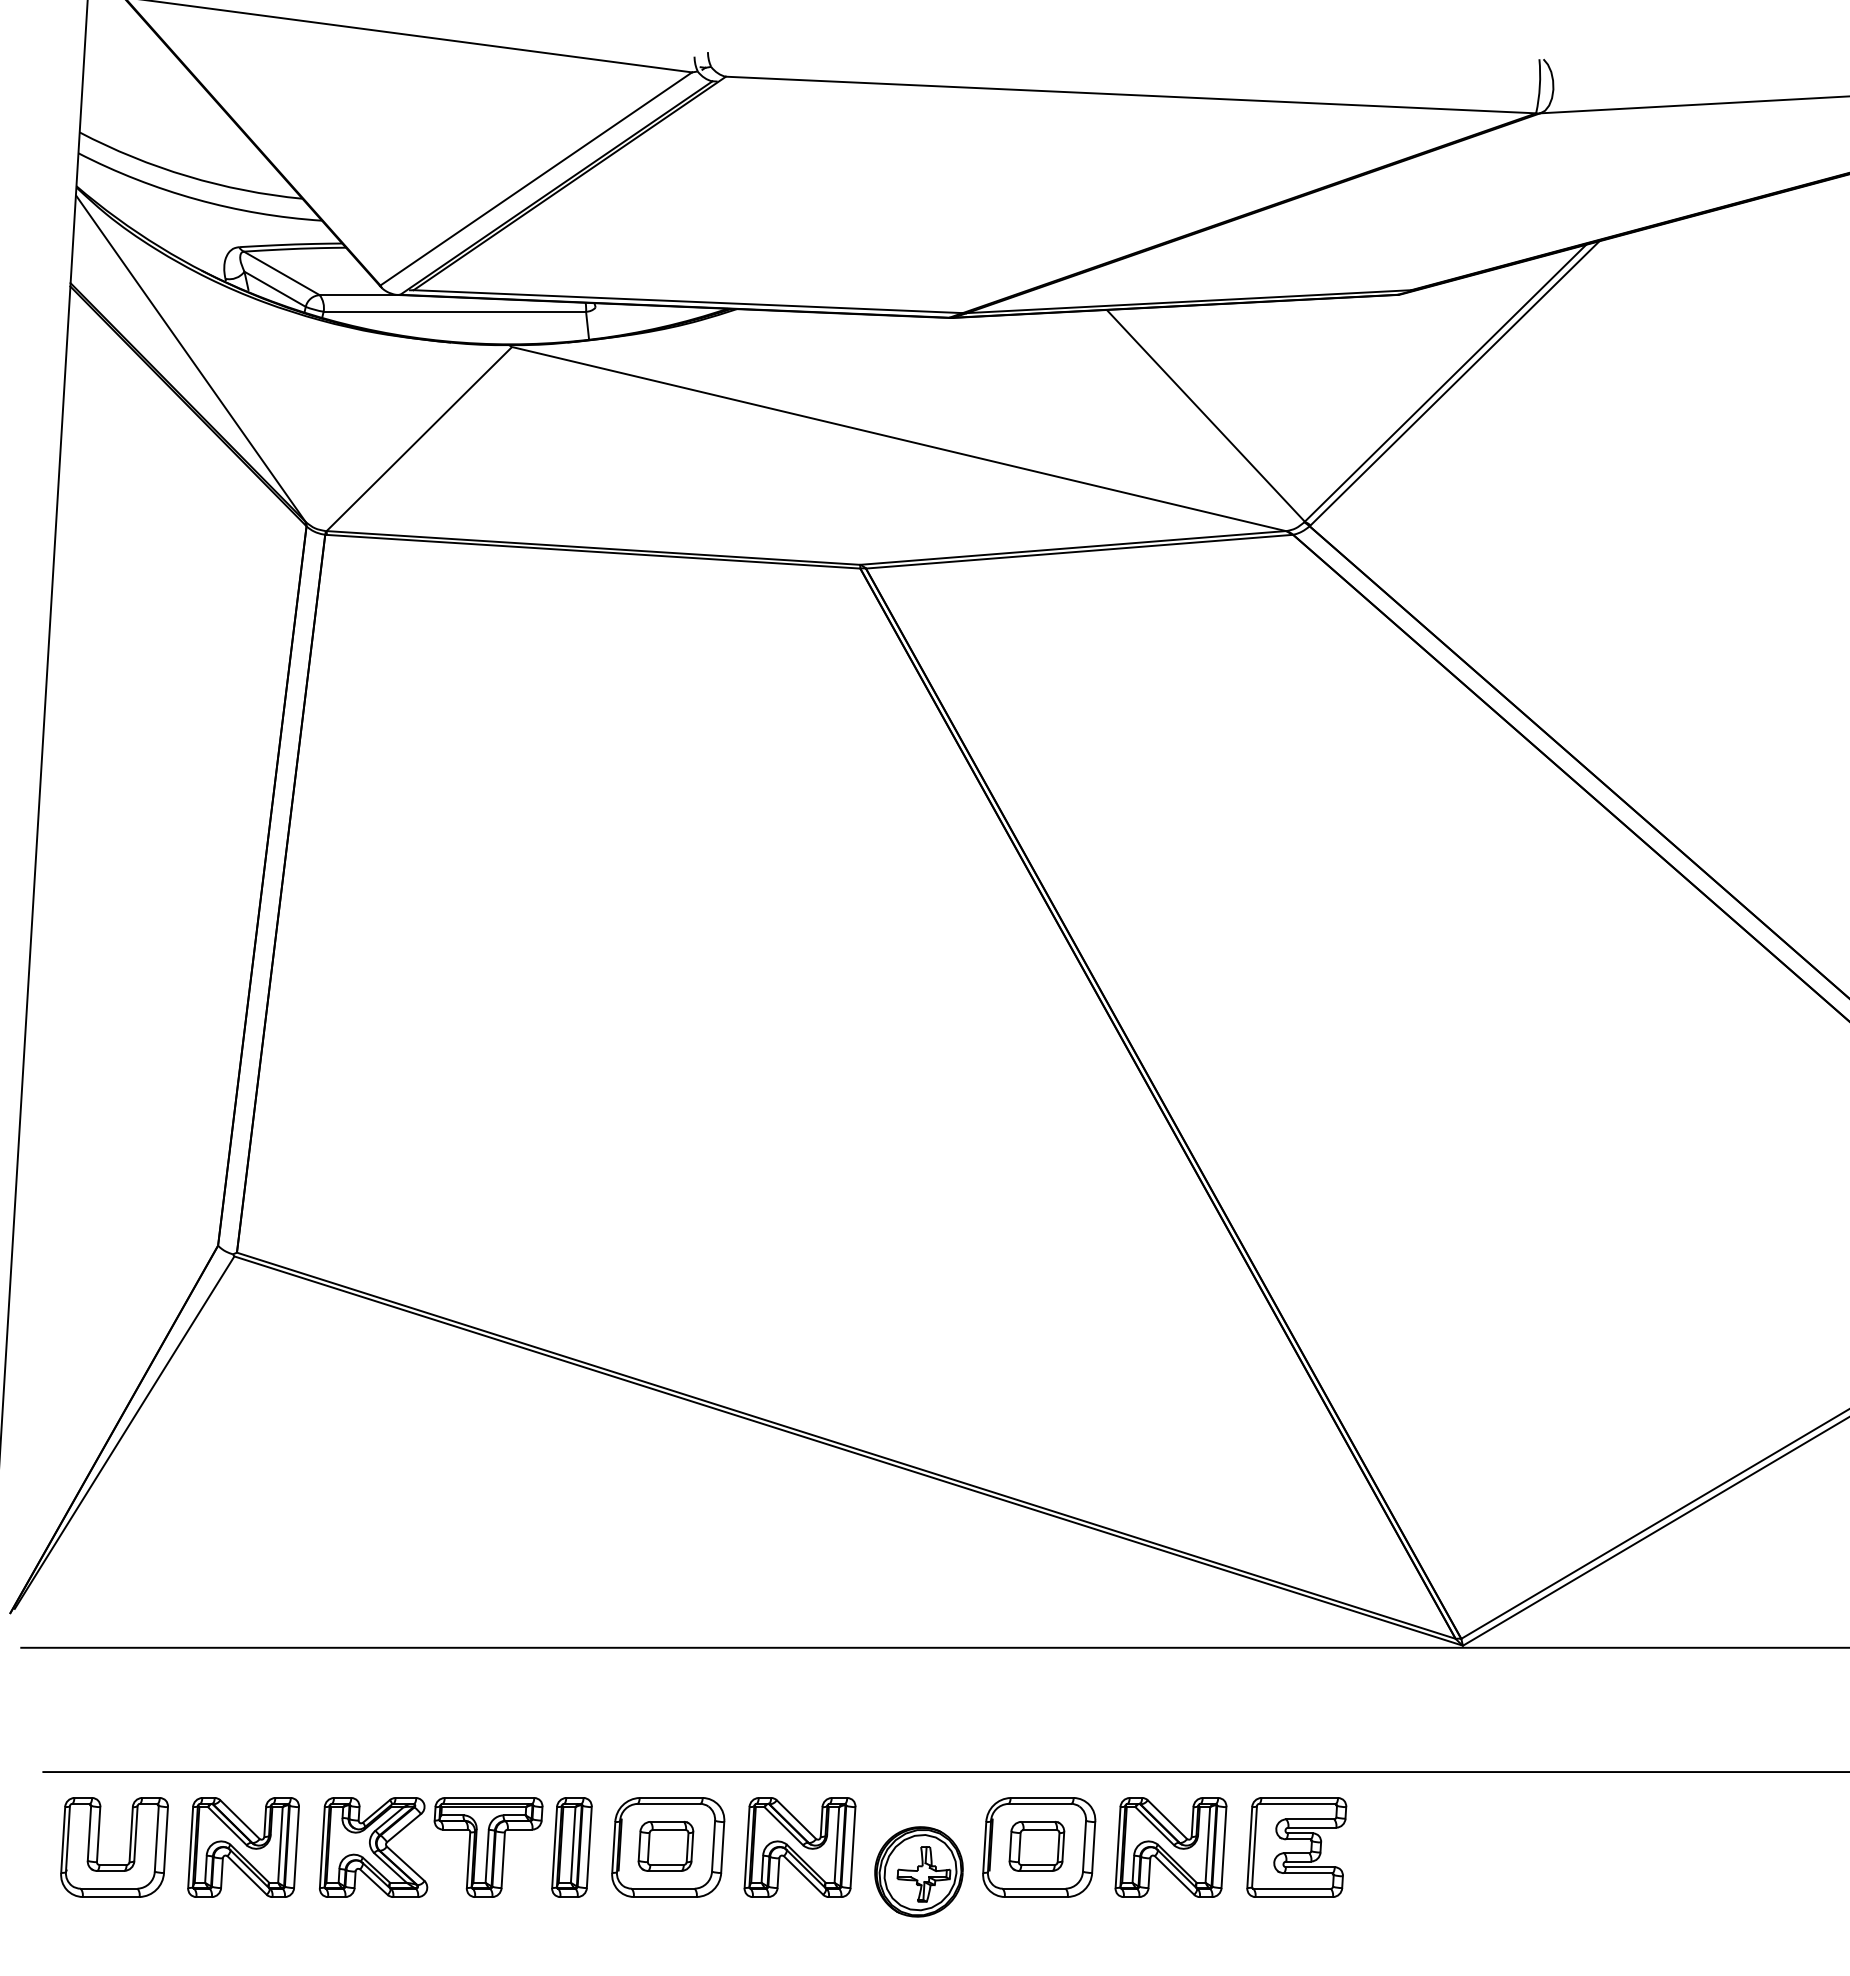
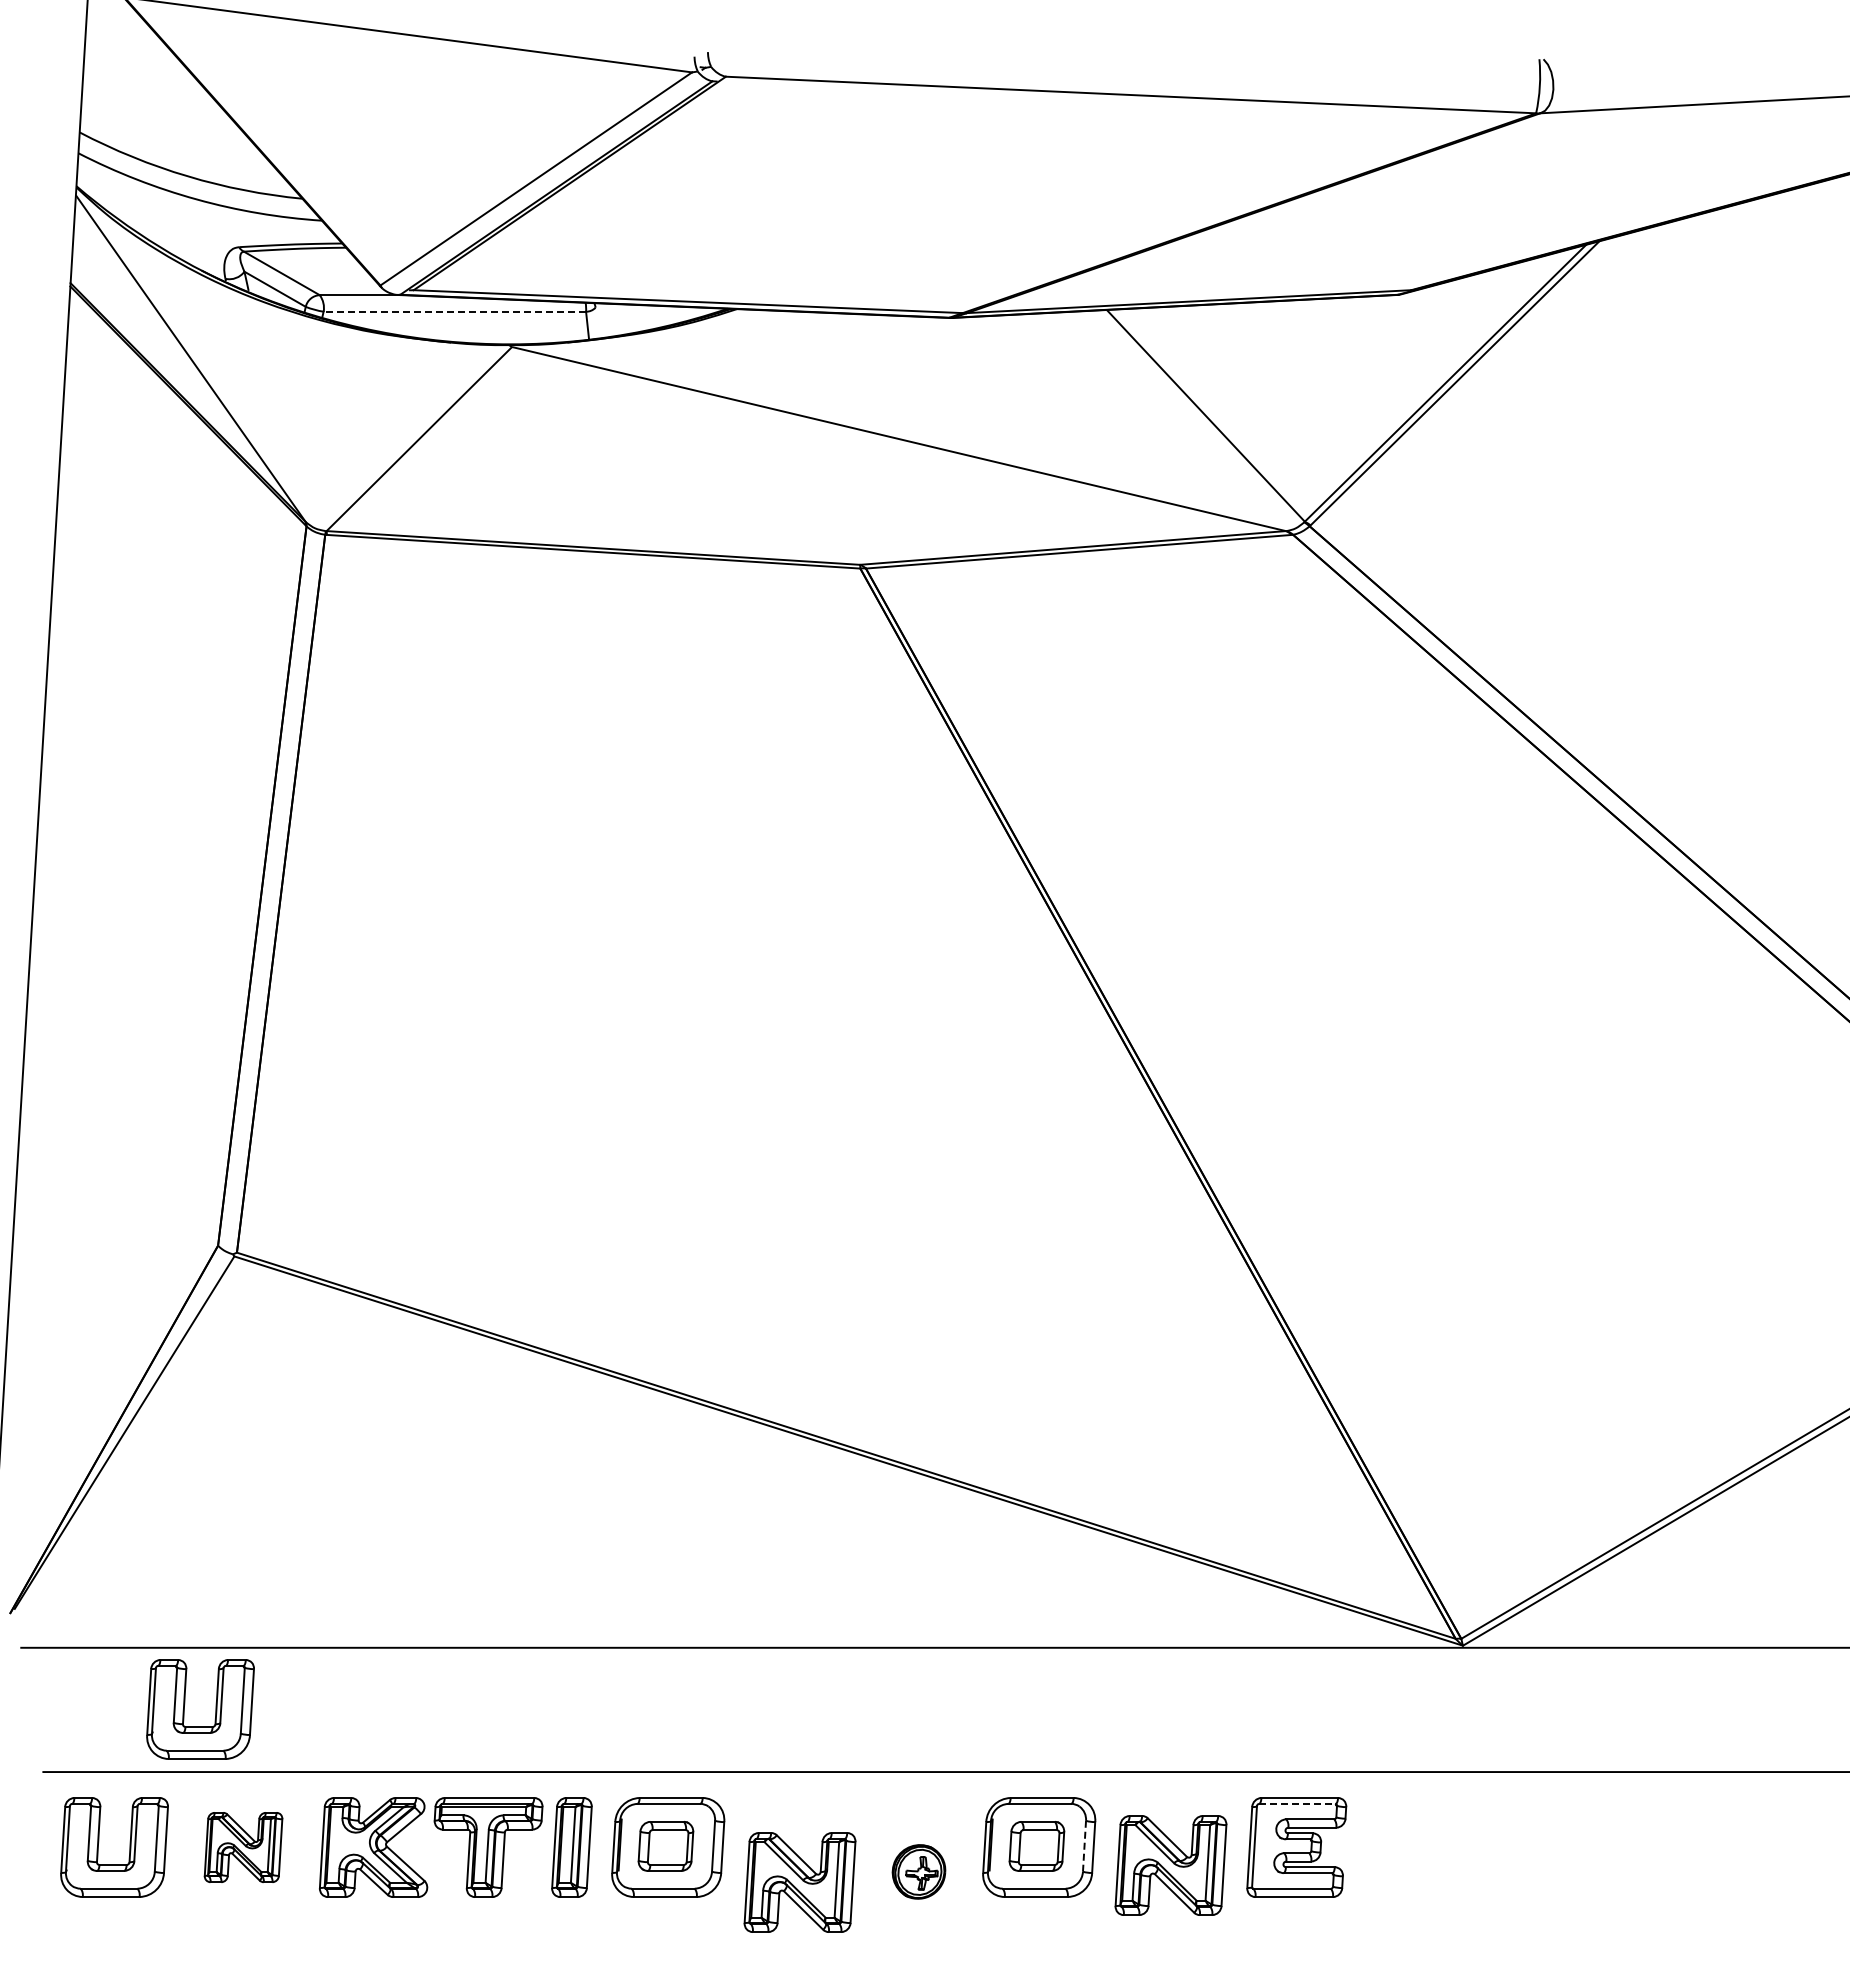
line at (454, 311): solid -> dashed
part at (215, 1709): none -> present
line at (1297, 1803): solid -> dashed
line at (1084, 1845): solid -> dashed
part at (243, 1847) size: 113x101 px -> 81x71 px
part at (799, 1847) position: (799, 1847) -> (799, 1882)
part at (1170, 1847) position: (1170, 1847) -> (1170, 1865)
part at (918, 1871) size: 90x92 px -> 56x56 px
